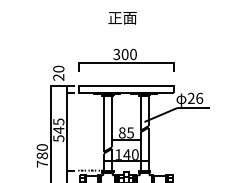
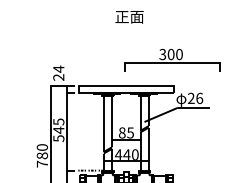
text at (122, 18) position: (122, 18) -> (129, 17)
part at (126, 59) position: (126, 59) -> (172, 59)
text at (58, 68): 20 -> 24
text at (118, 154): 140 -> 440
